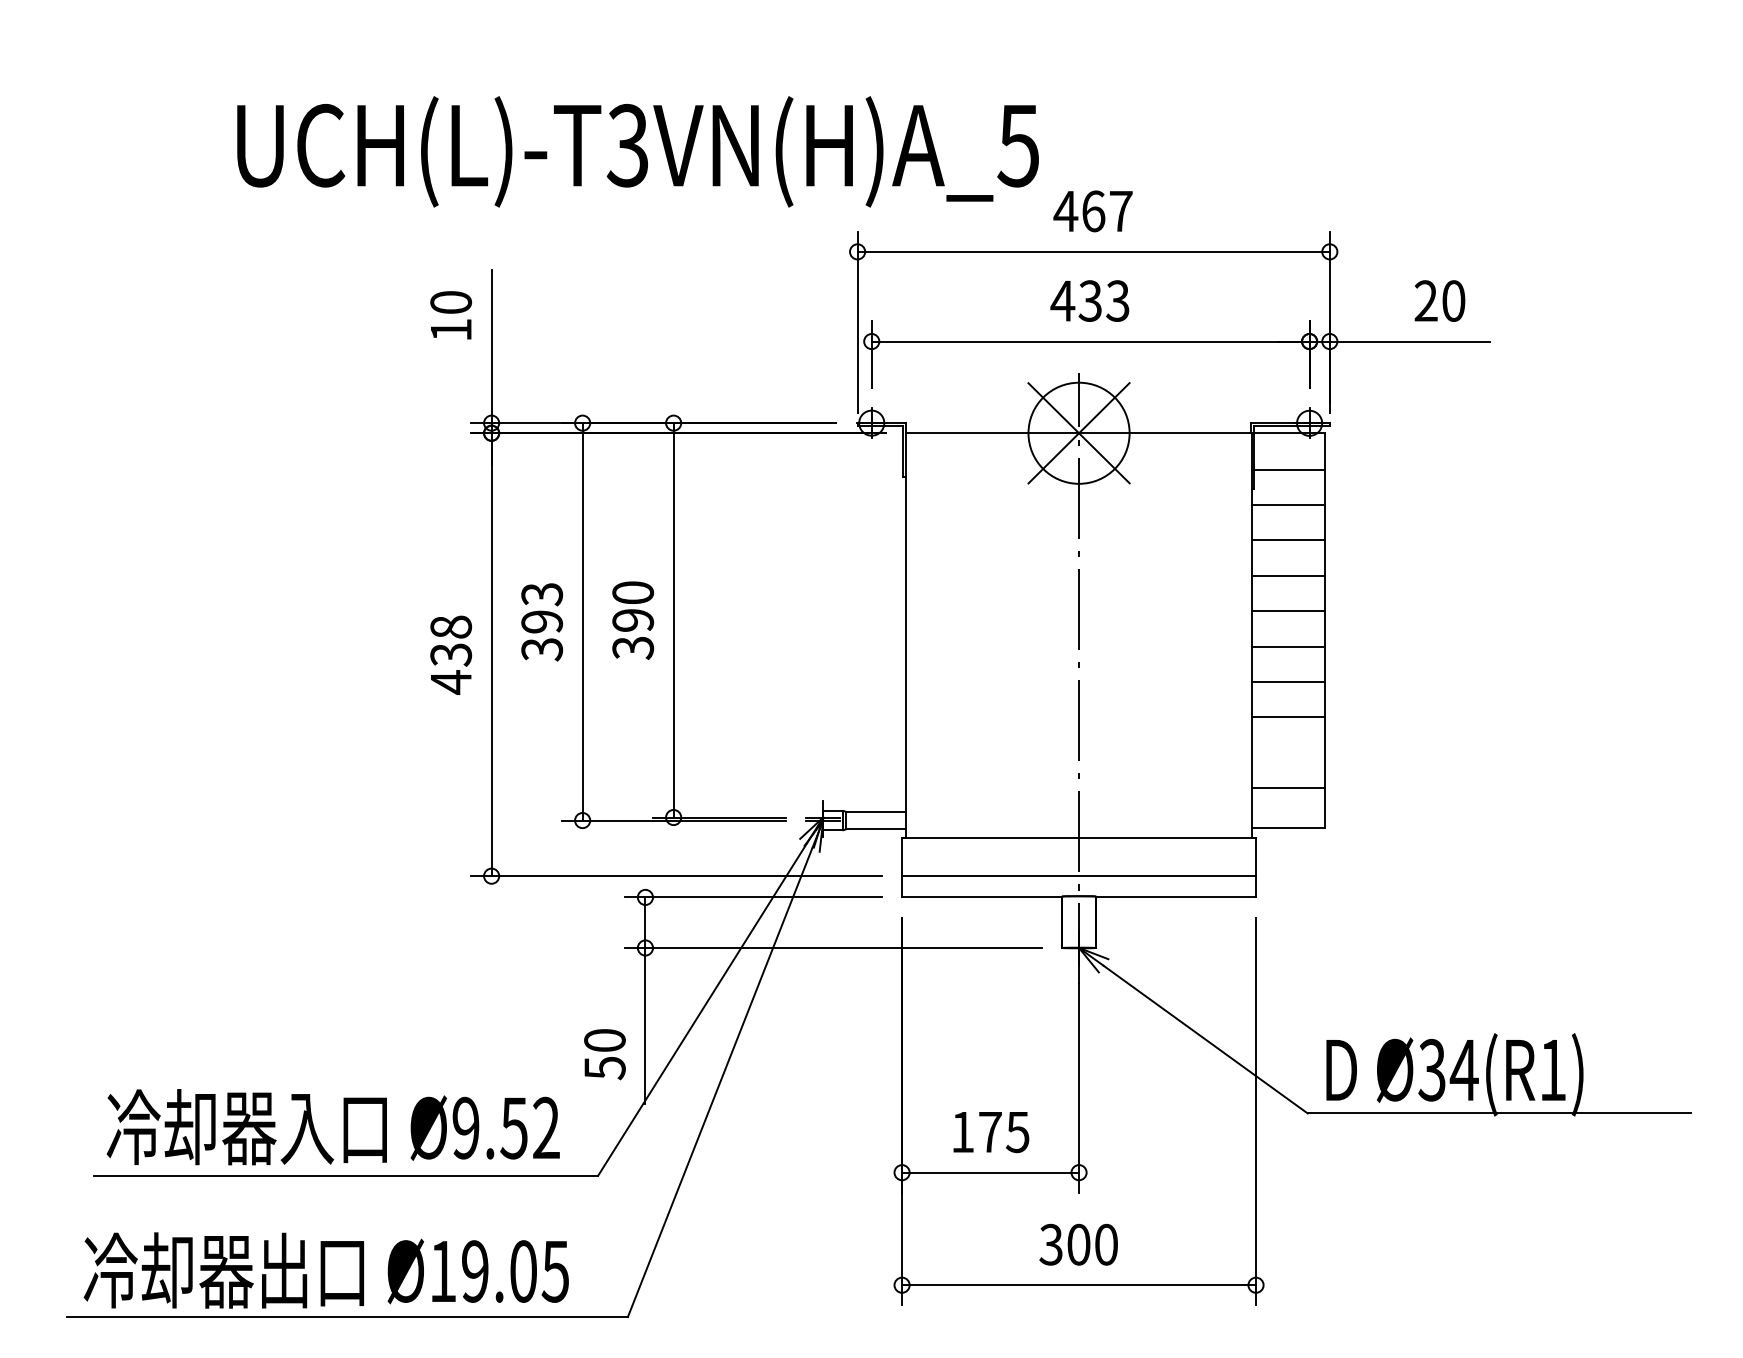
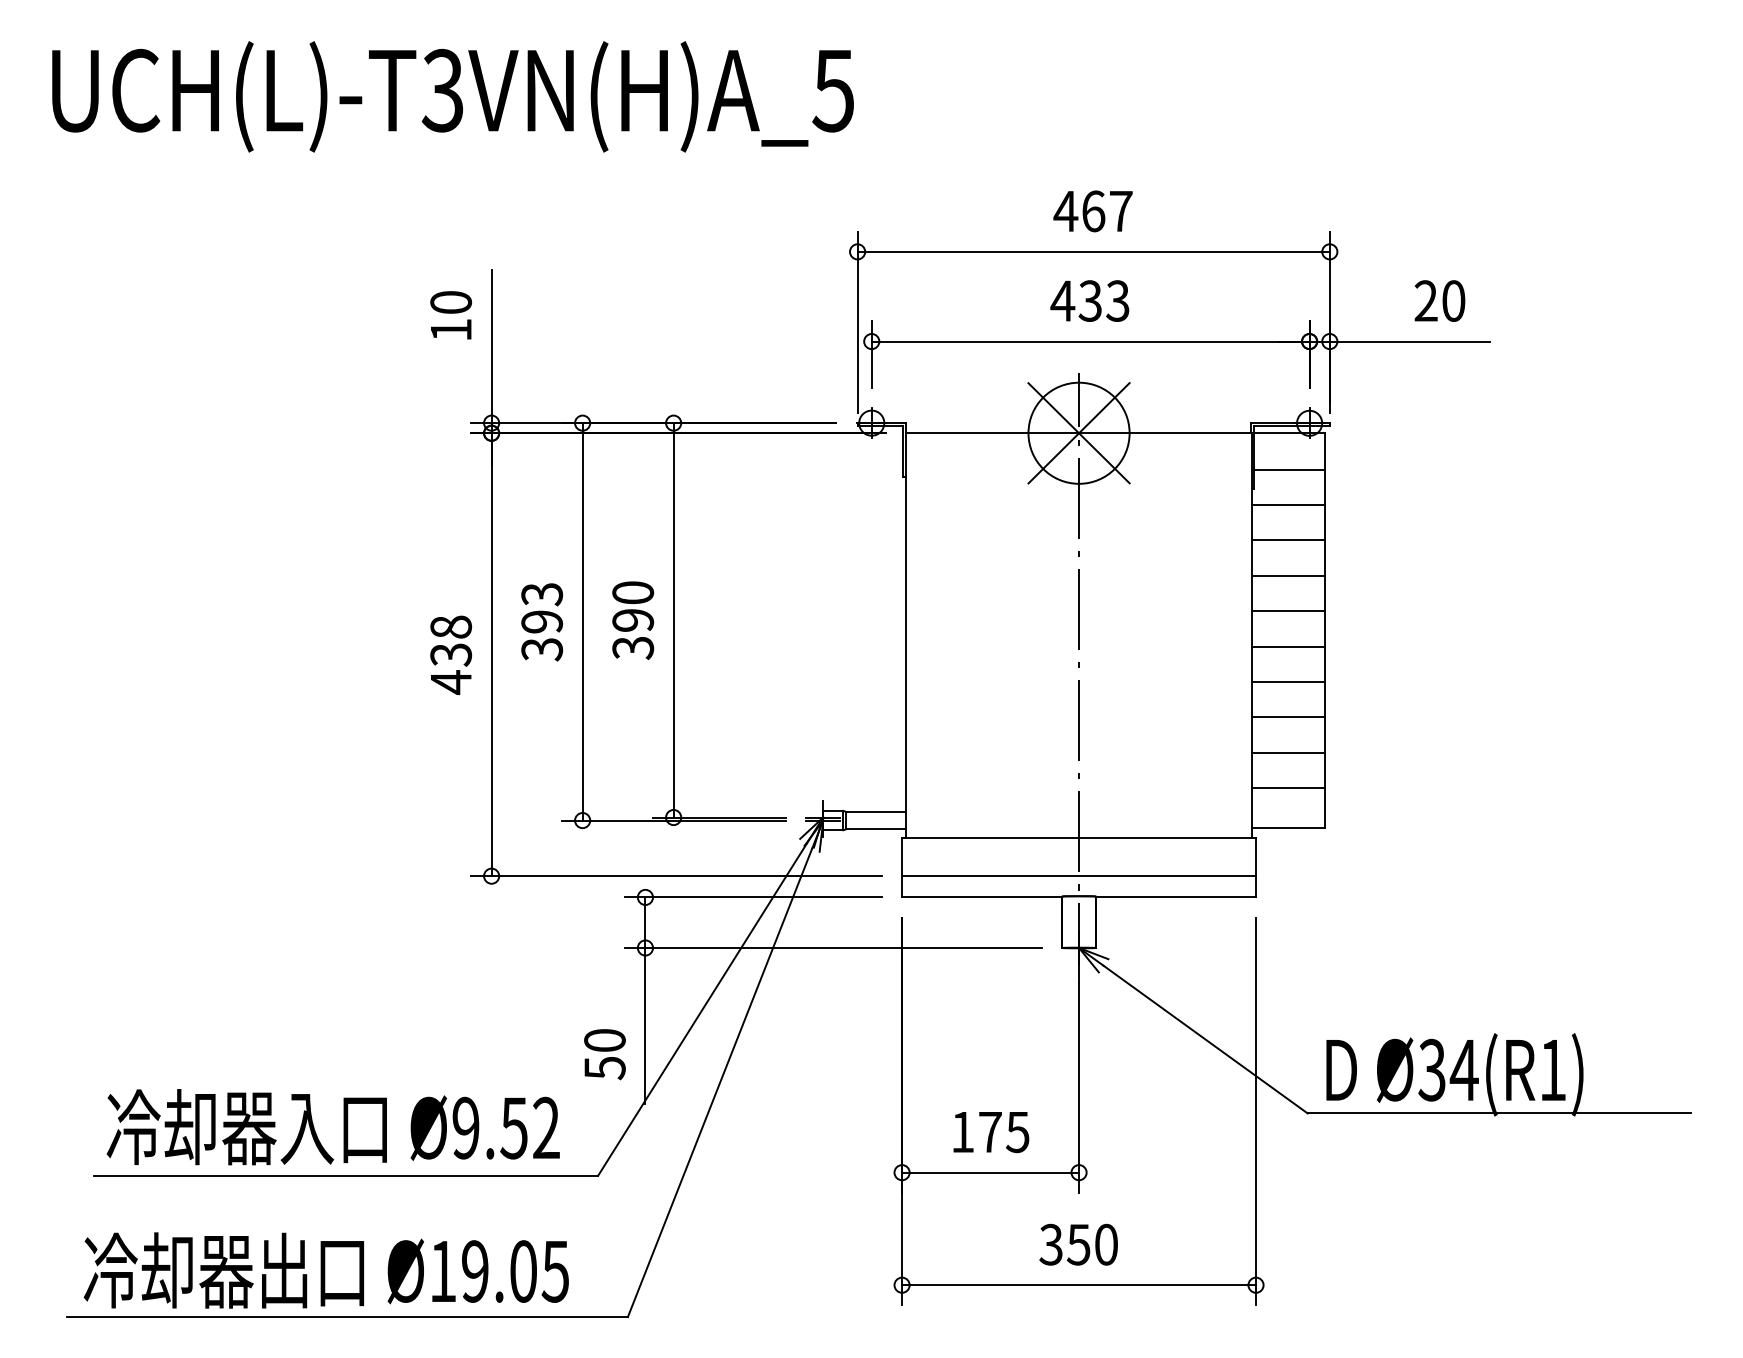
text at (637, 151) position: (637, 151) -> (452, 96)
line at (1287, 752): none -> present
text at (1078, 1244): 300 -> 350
